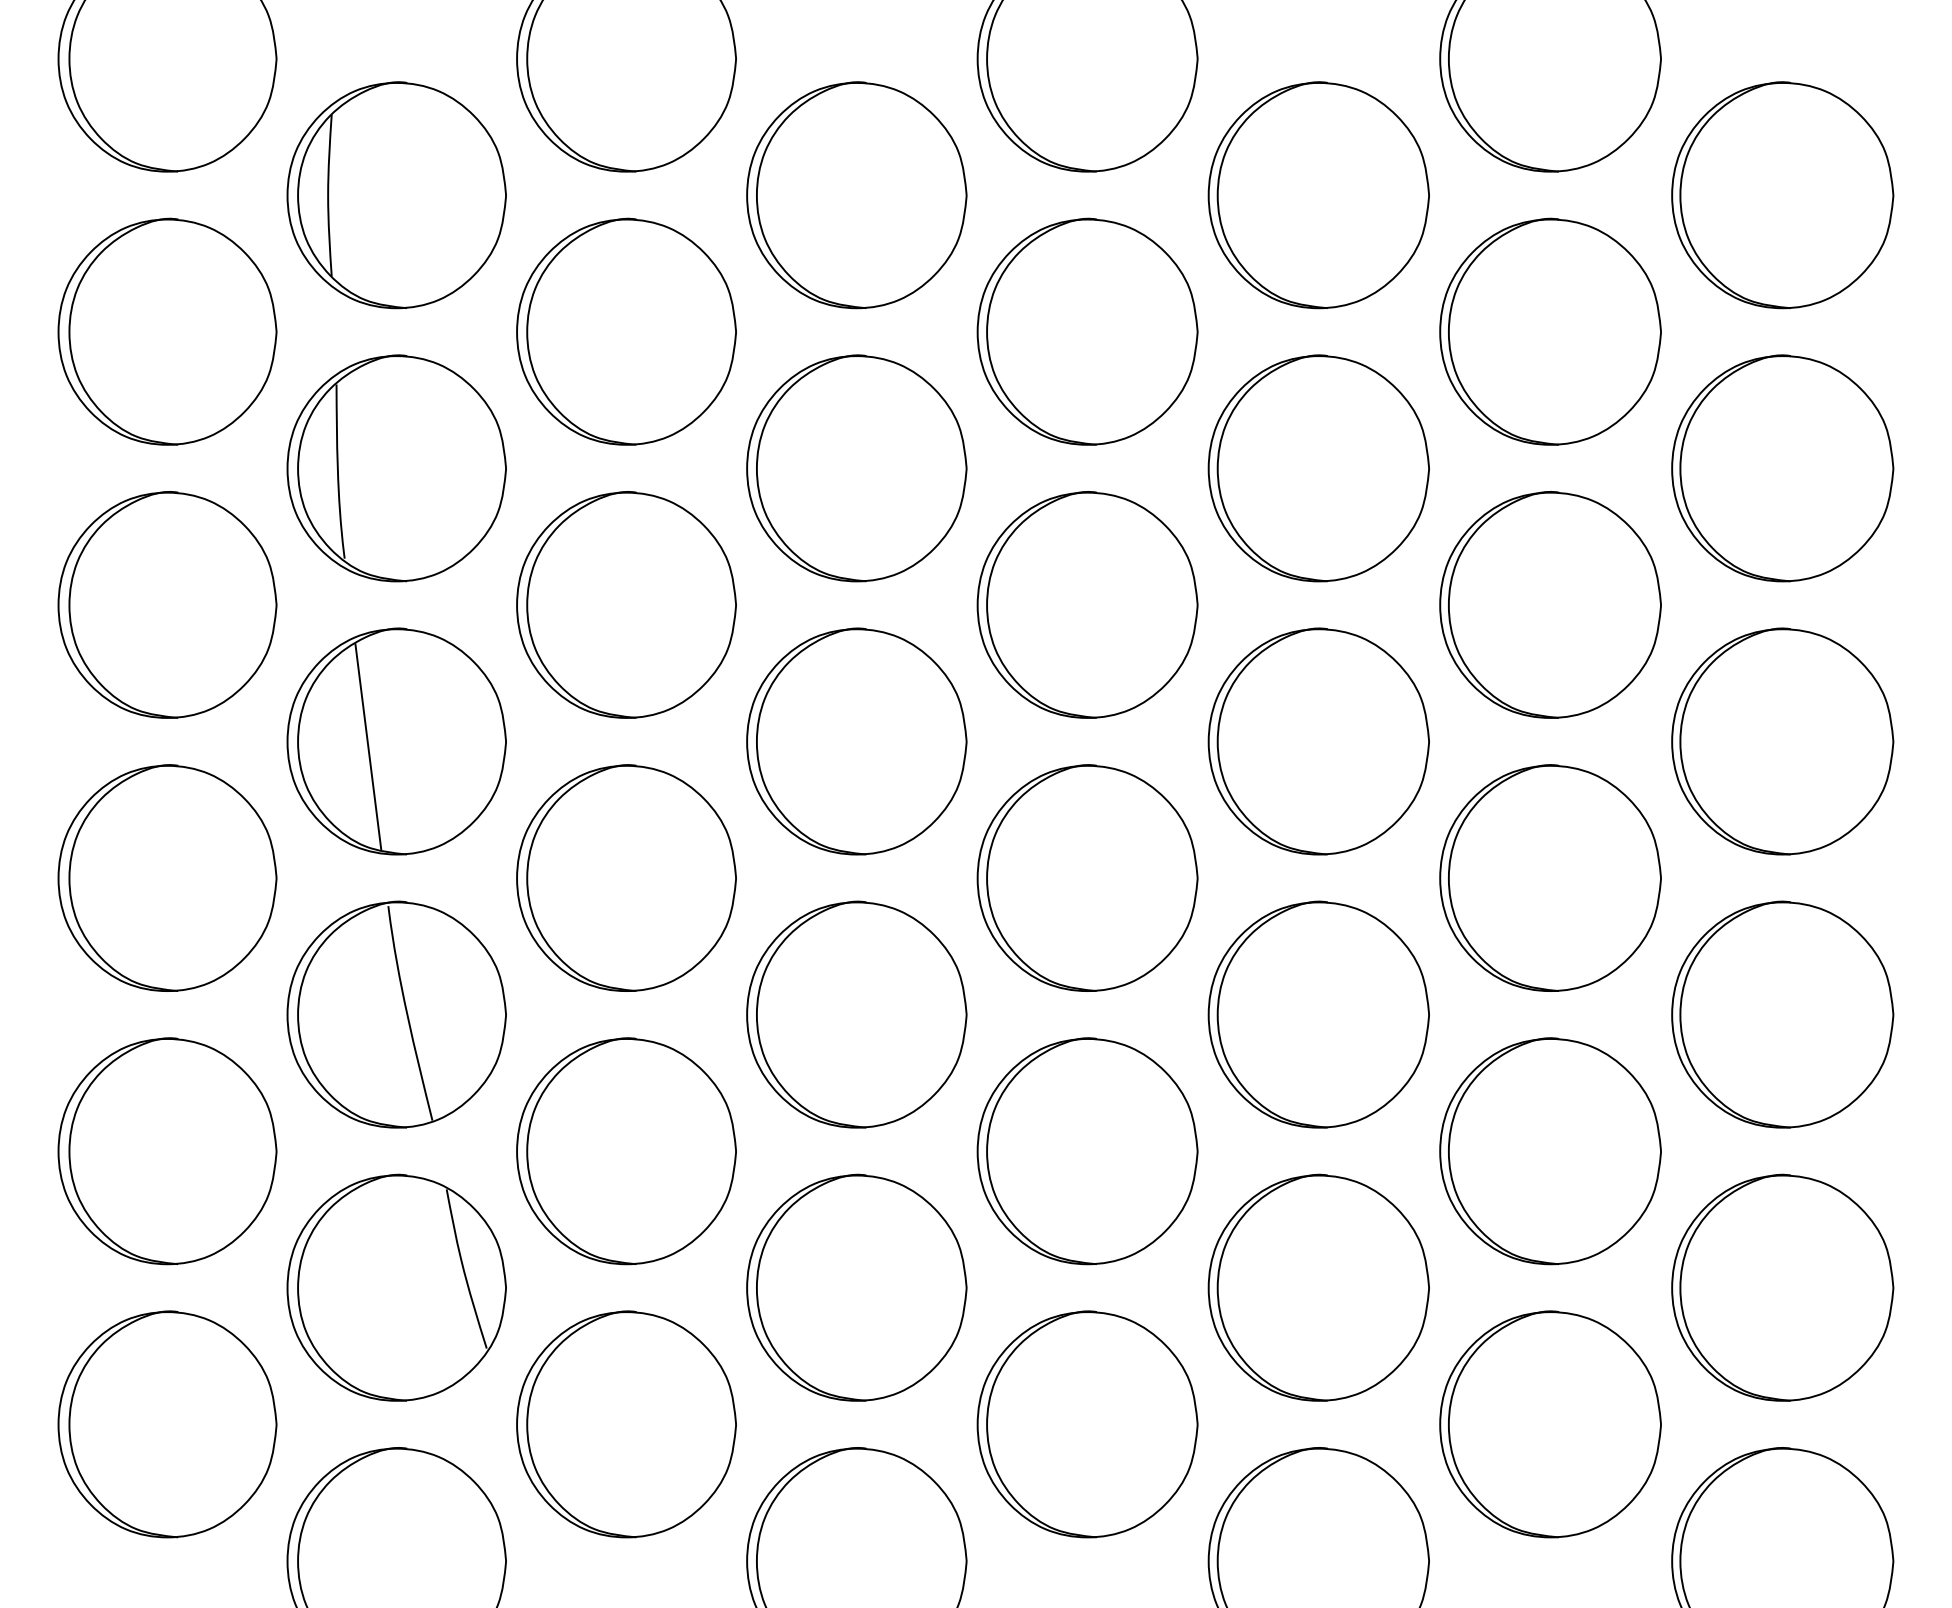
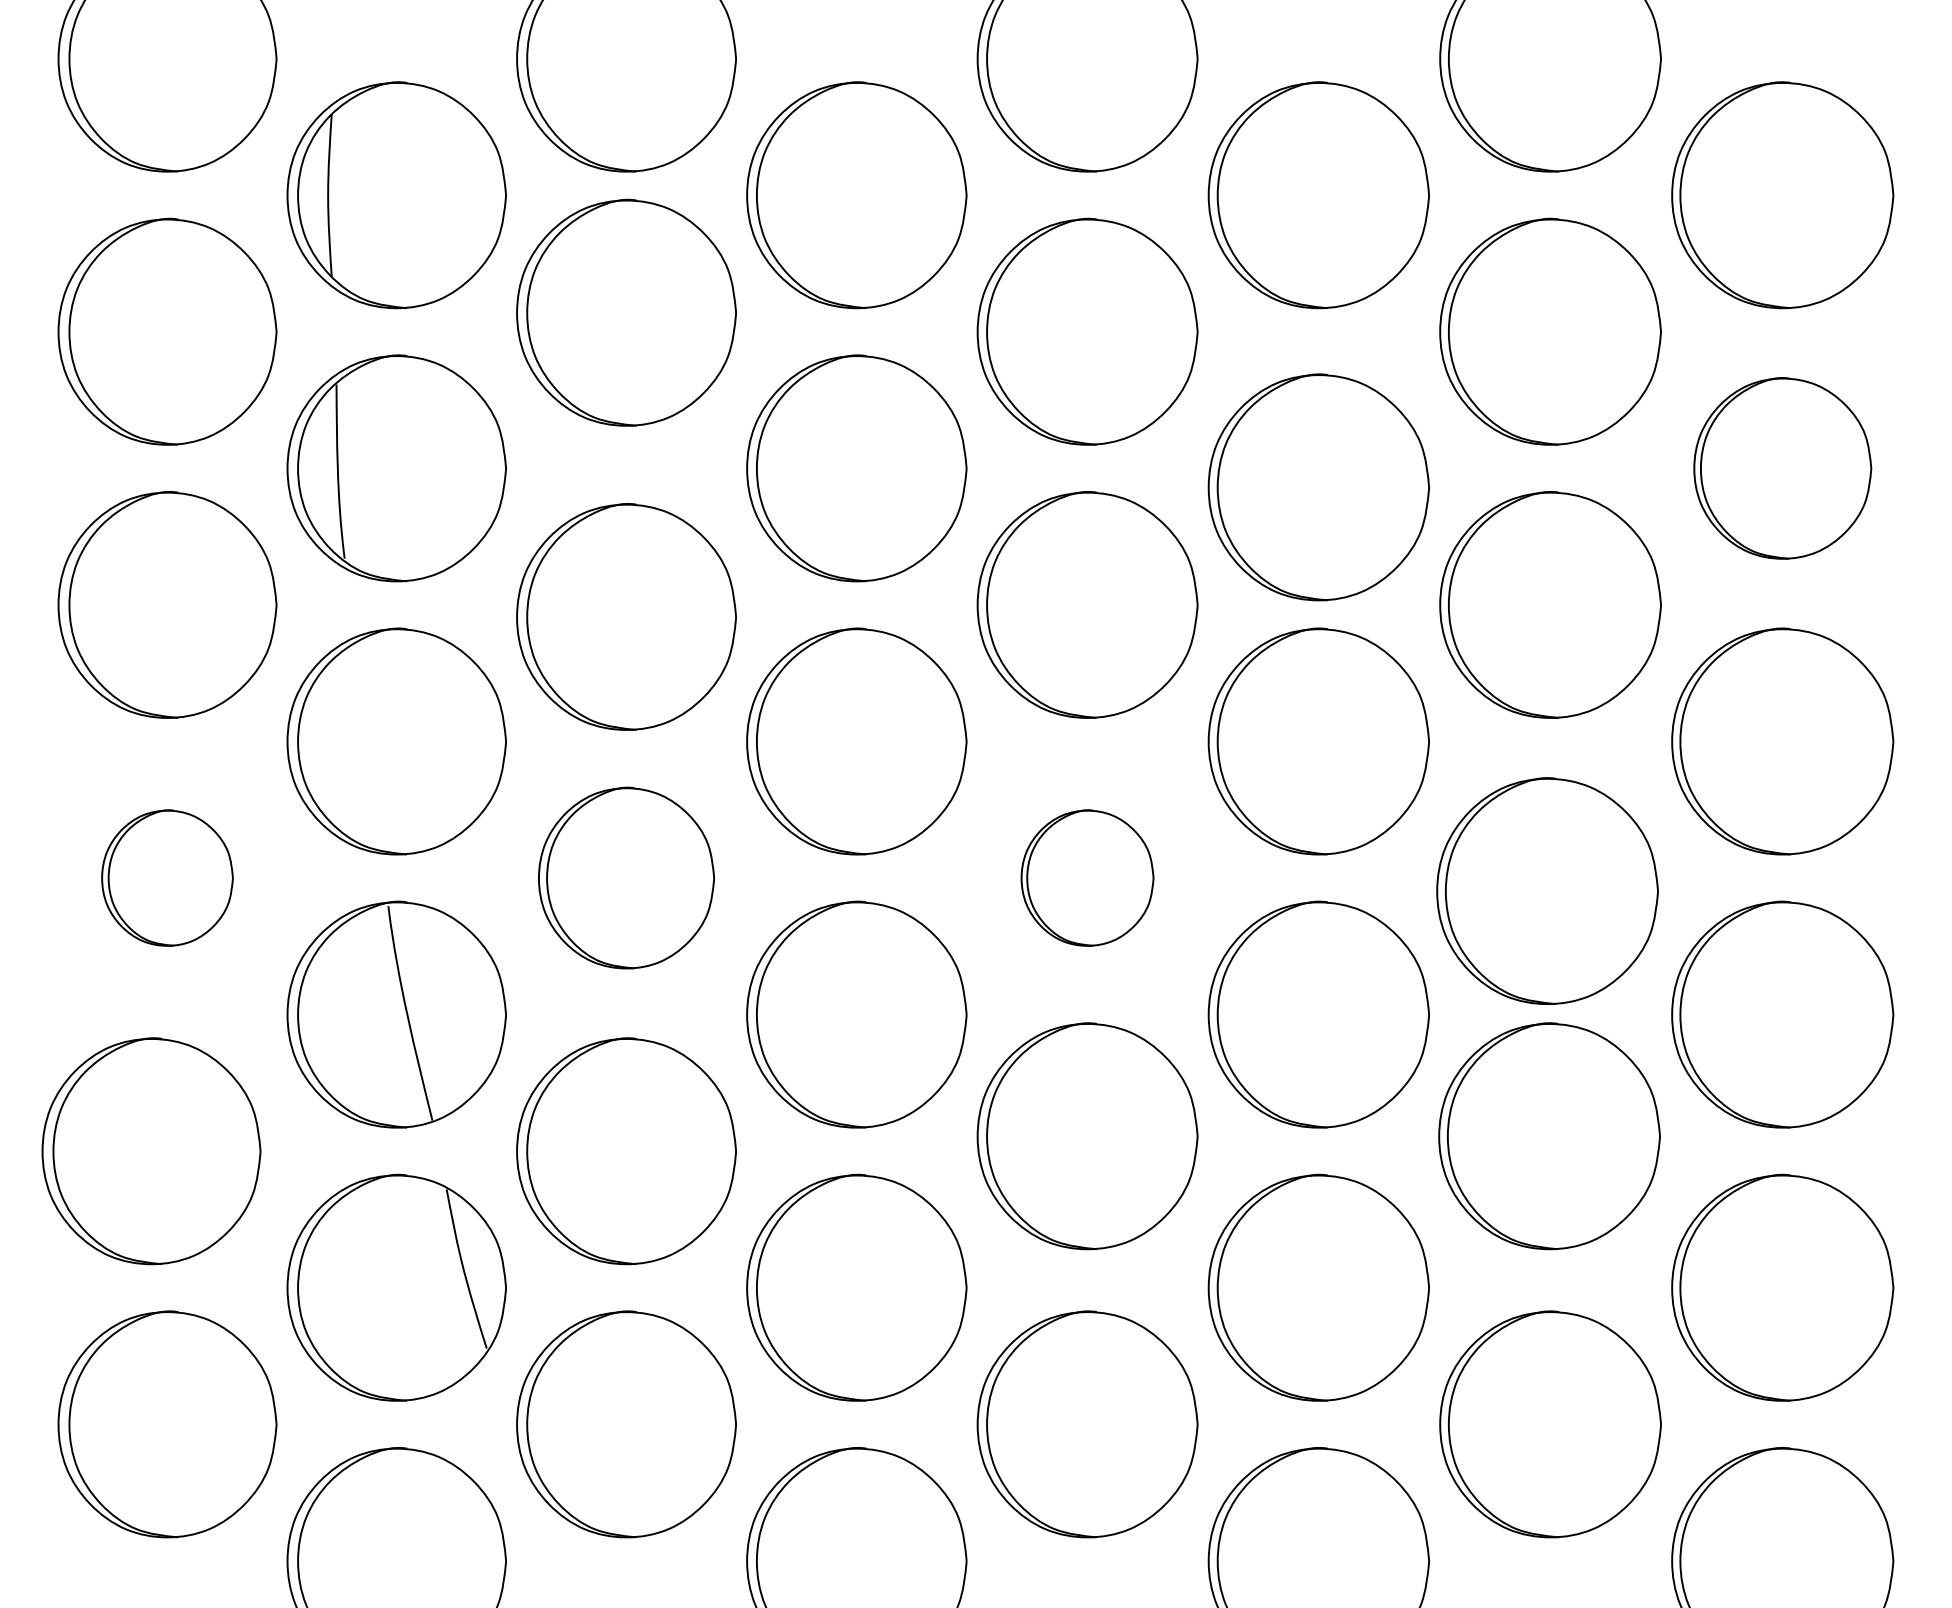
part at (626, 331) position: (626, 331) -> (626, 312)
part at (1318, 468) position: (1318, 468) -> (1318, 487)
part at (1782, 468) size: 224x229 px -> 180x183 px
part at (626, 604) position: (626, 604) -> (626, 616)
line at (368, 746): present -> none
part at (167, 877) size: 221x228 px -> 133x138 px
part at (626, 877) size: 221x228 px -> 178x184 px
part at (1087, 877) size: 223x228 px -> 135x138 px
part at (1550, 877) position: (1550, 877) -> (1547, 890)
part at (167, 1151) position: (167, 1151) -> (151, 1151)
part at (1087, 1151) position: (1087, 1151) -> (1087, 1136)
part at (1550, 1151) position: (1550, 1151) -> (1549, 1136)
